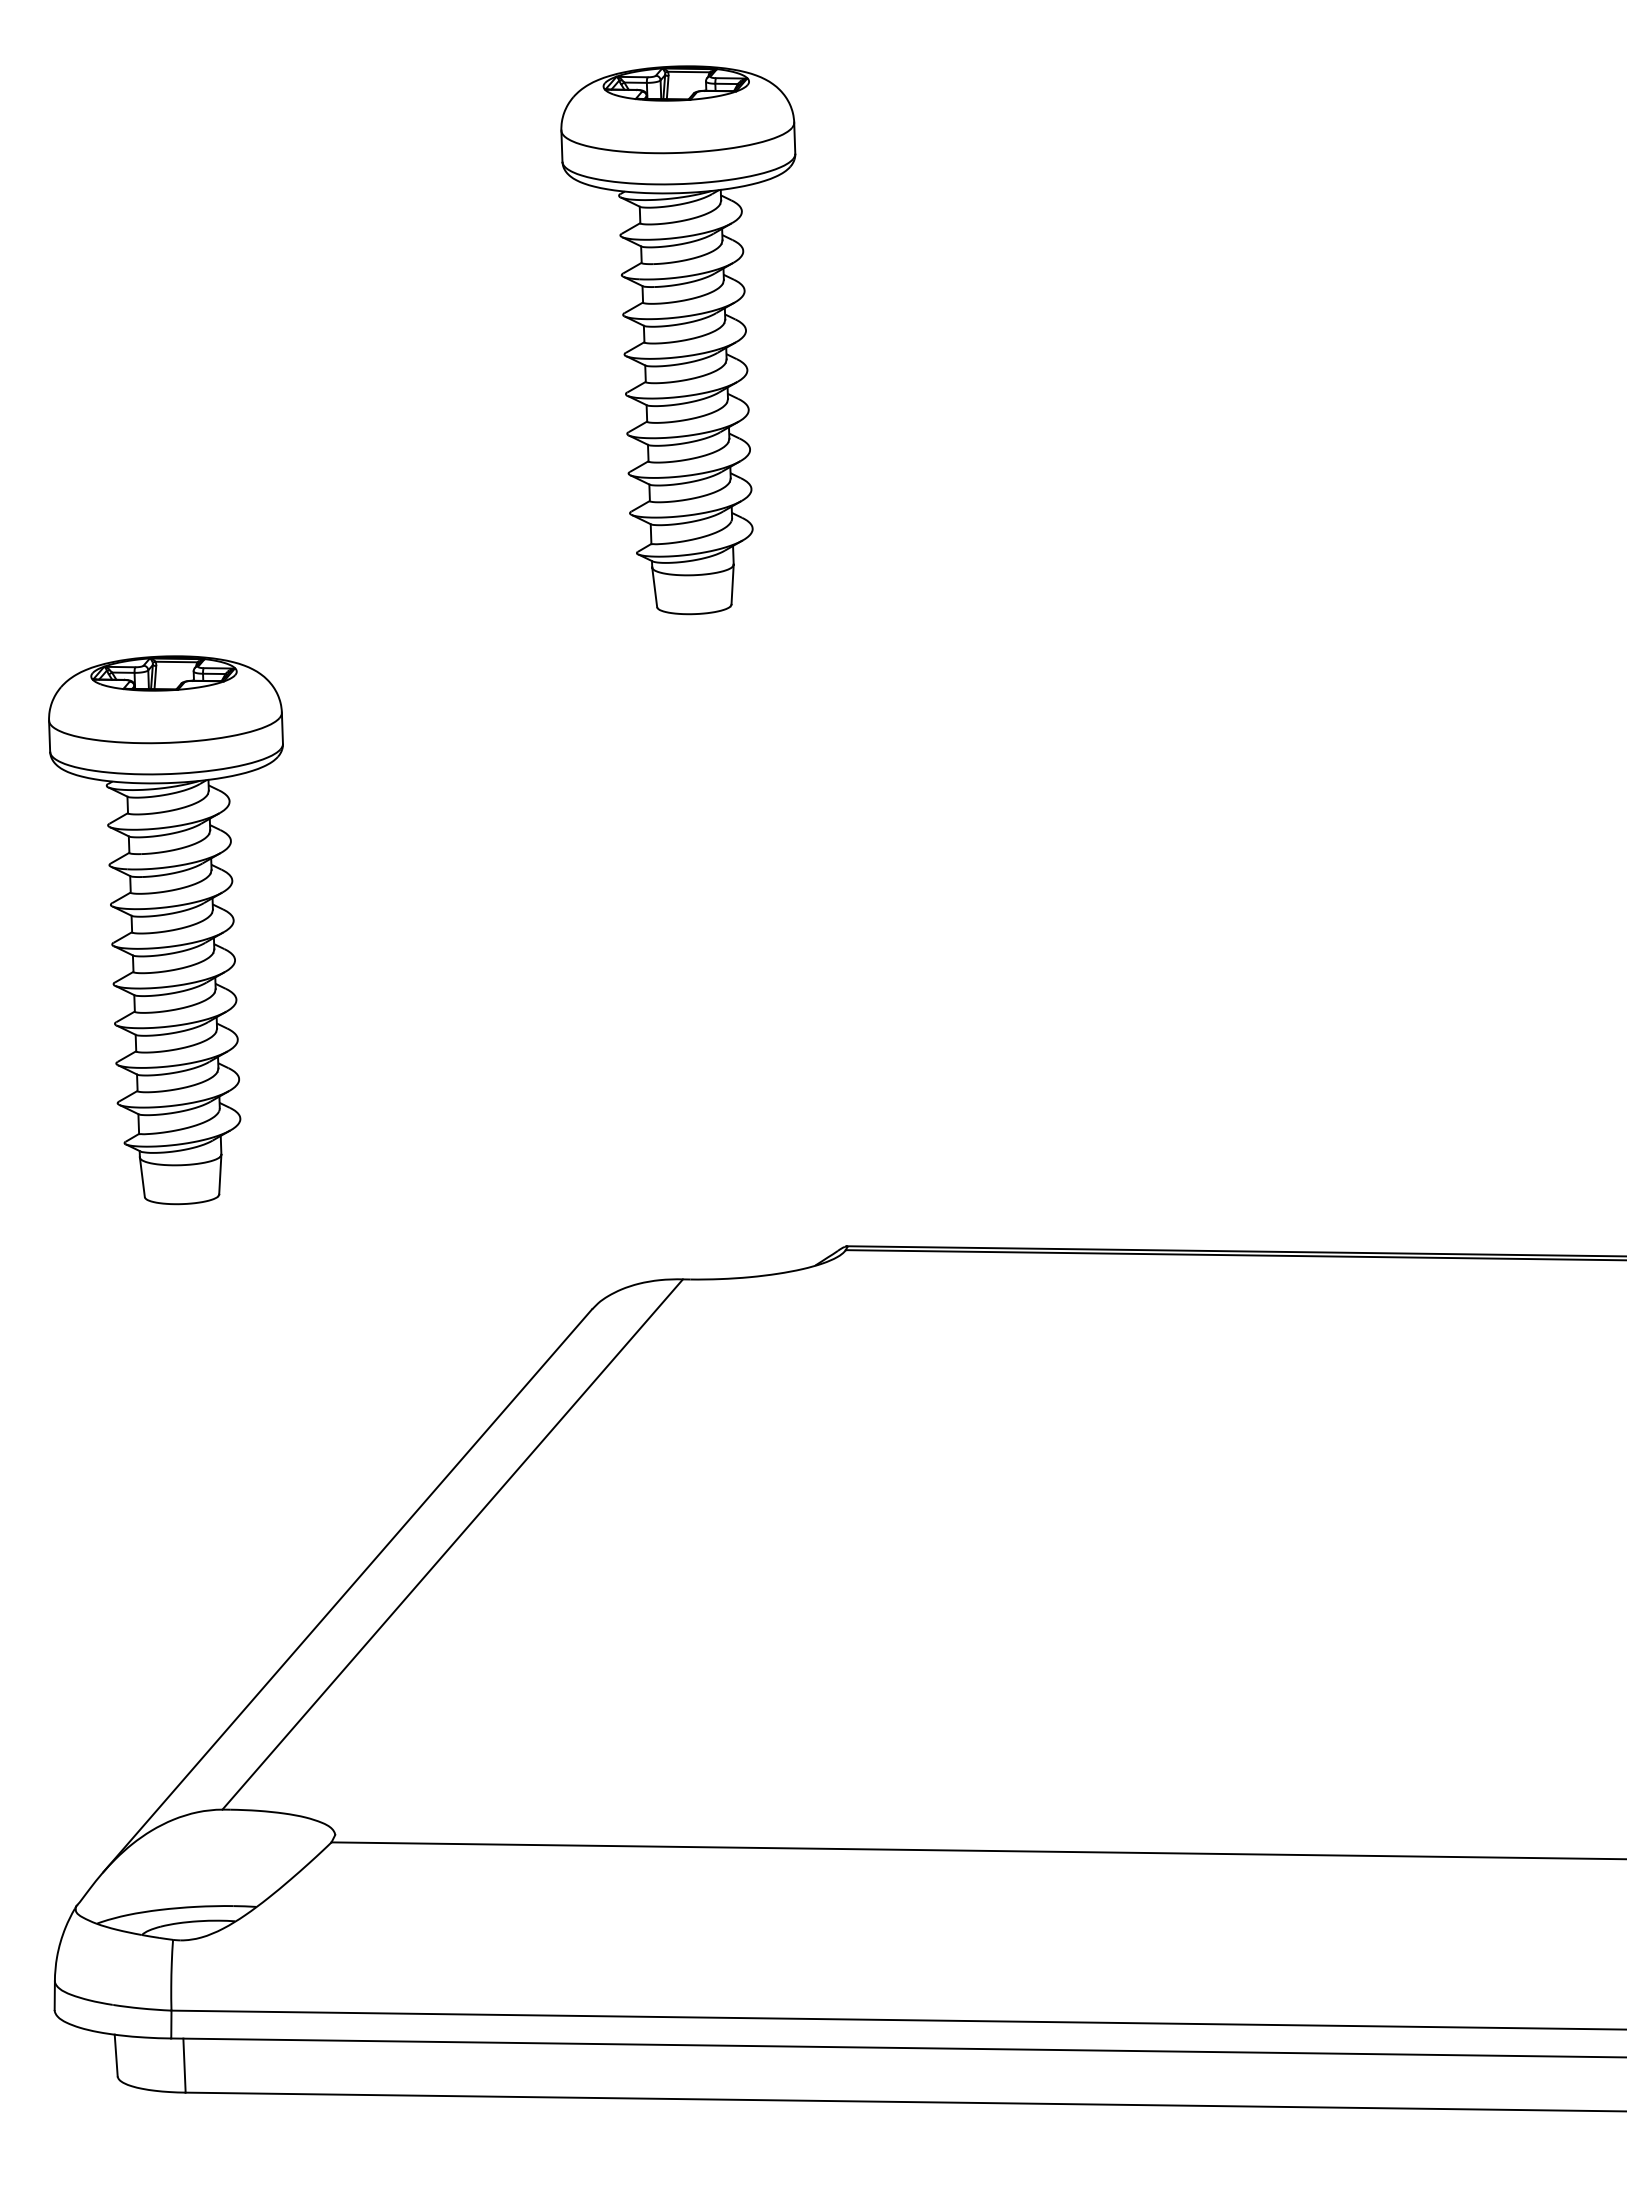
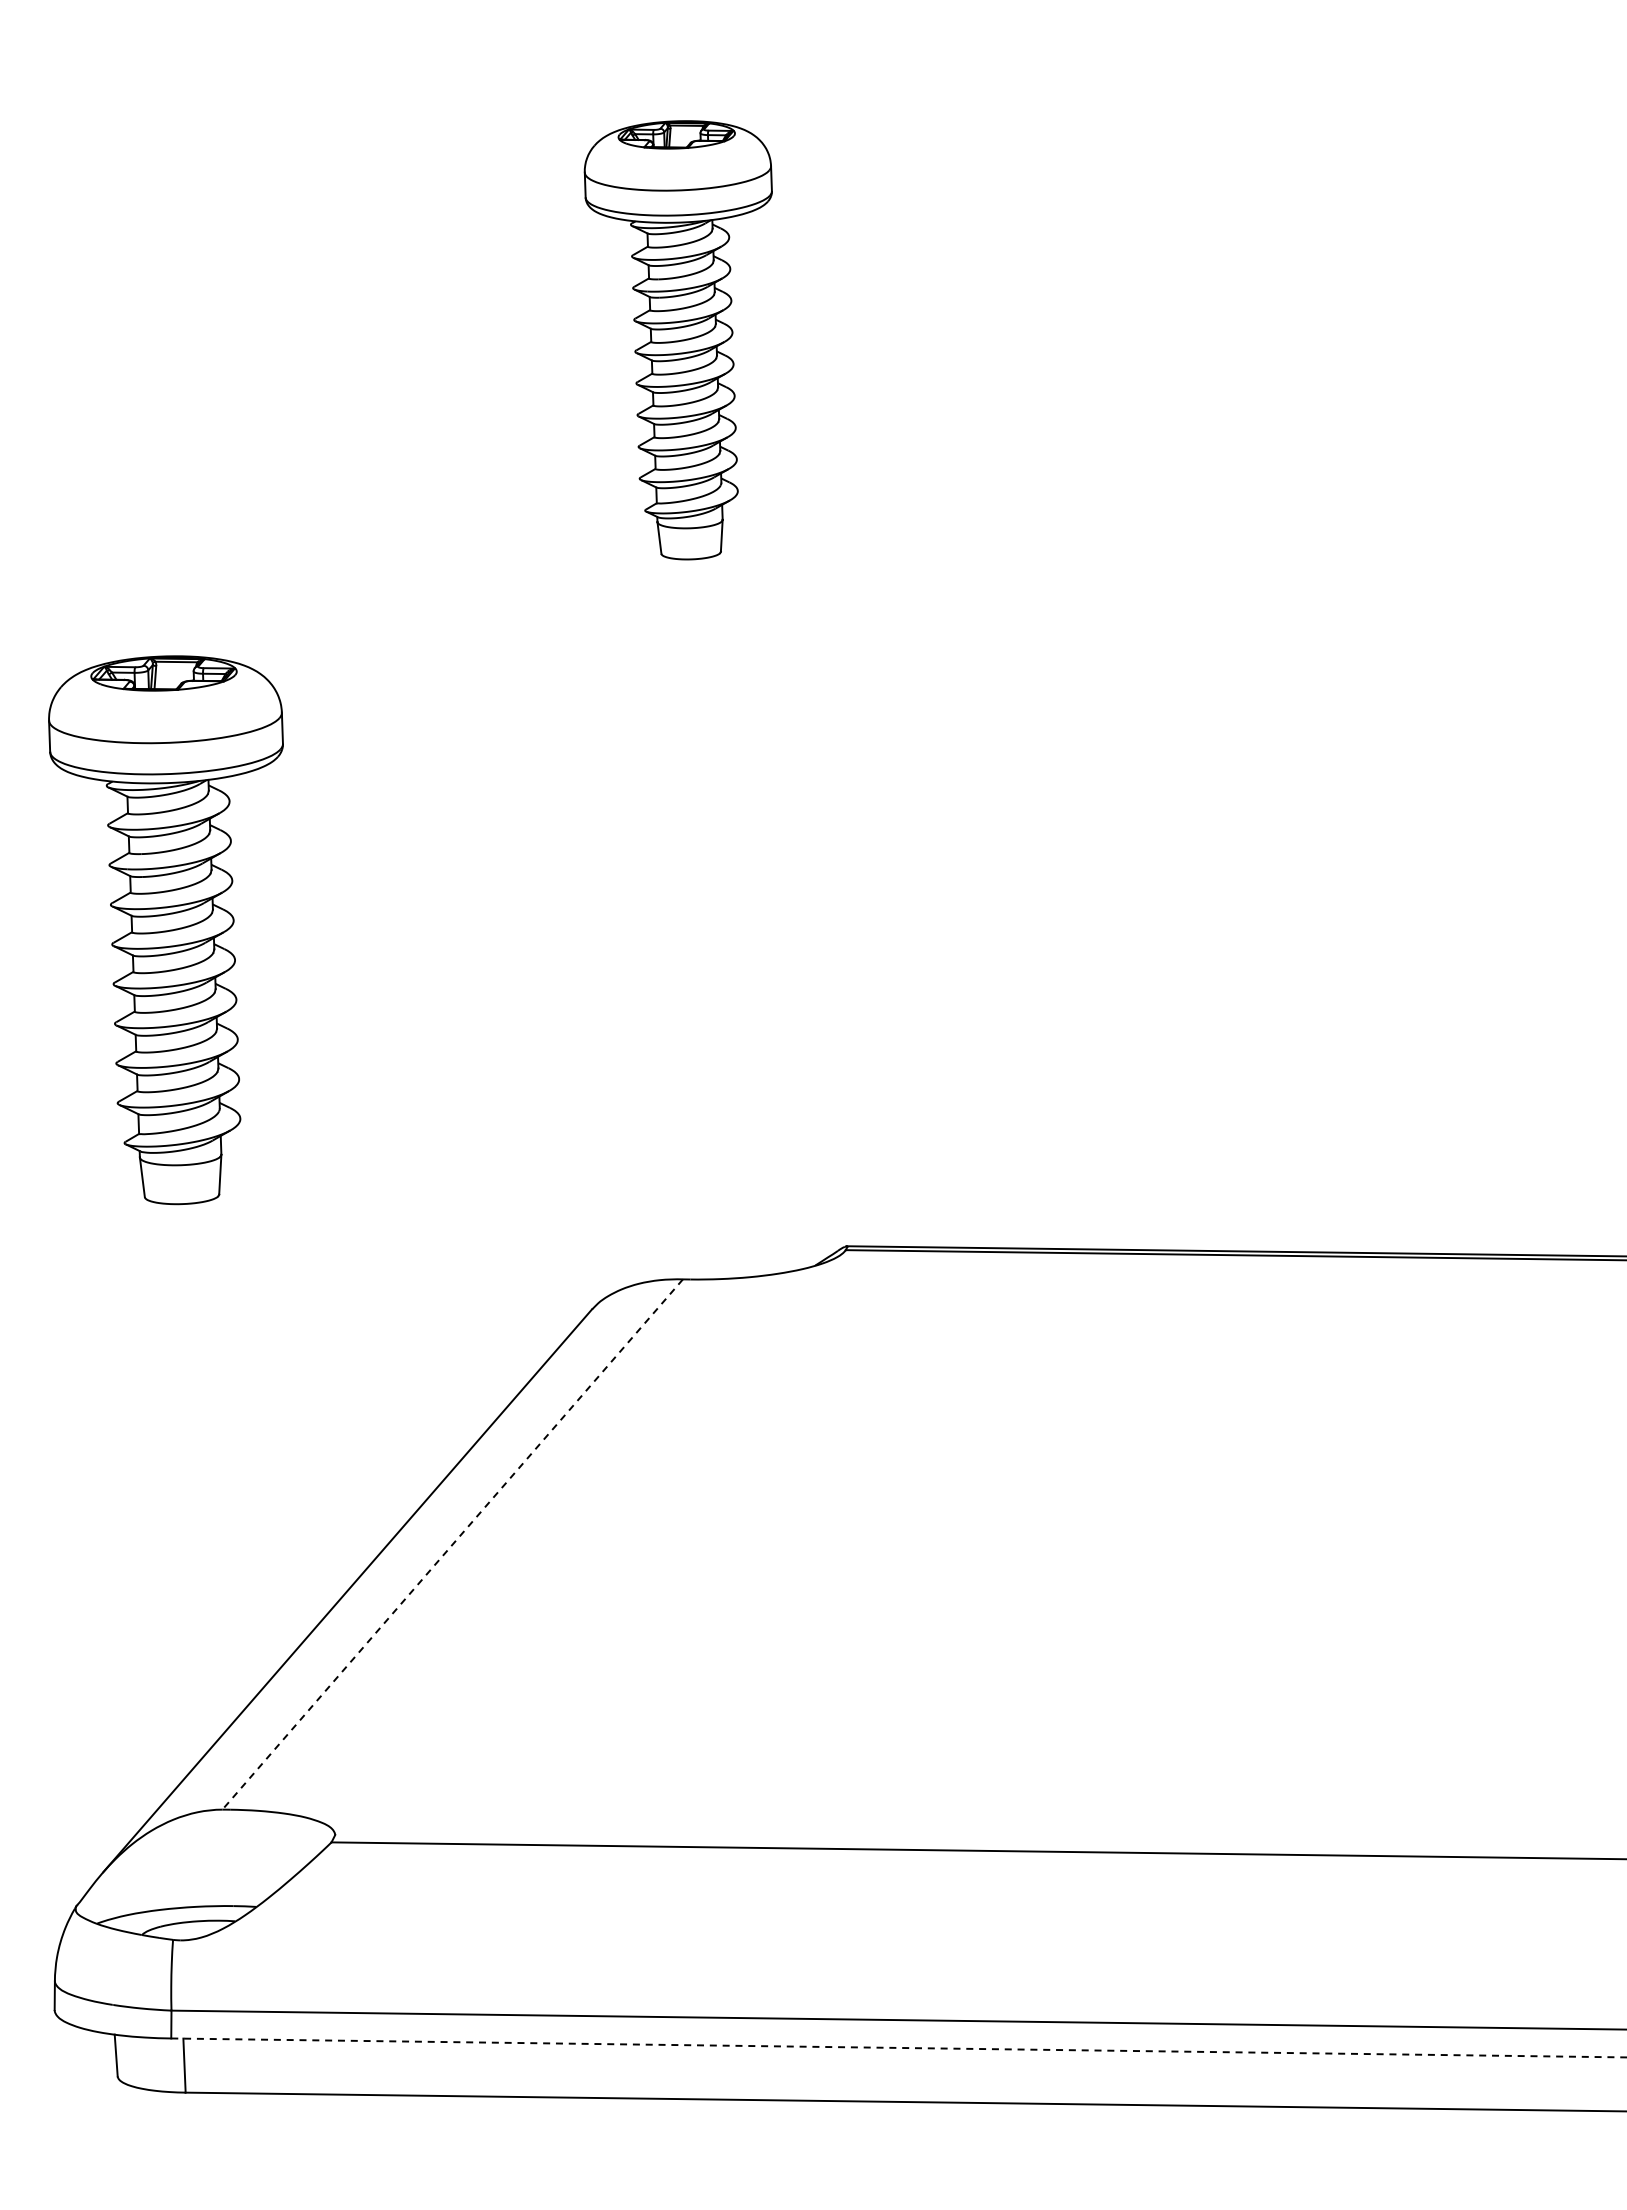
part at (678, 340) size: 237x551 px -> 190x441 px
line at (452, 1544): solid -> dashed
line at (899, 2047): solid -> dashed
